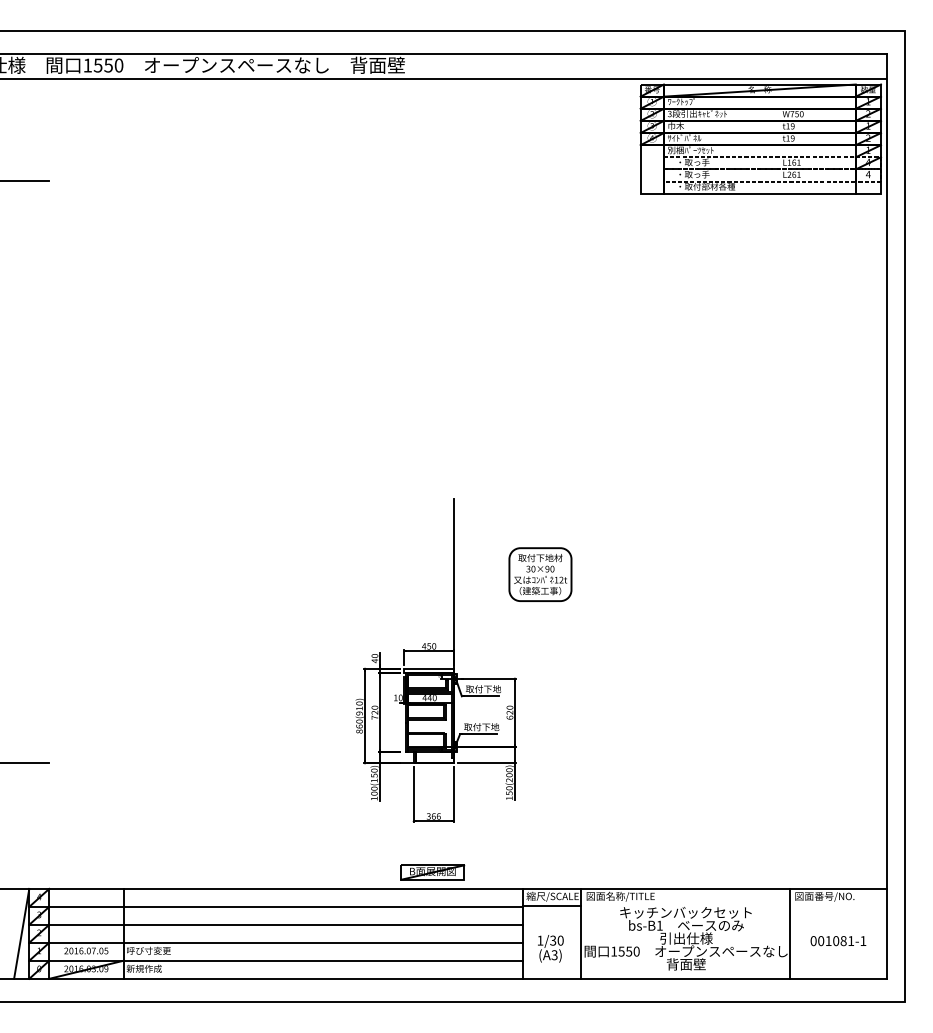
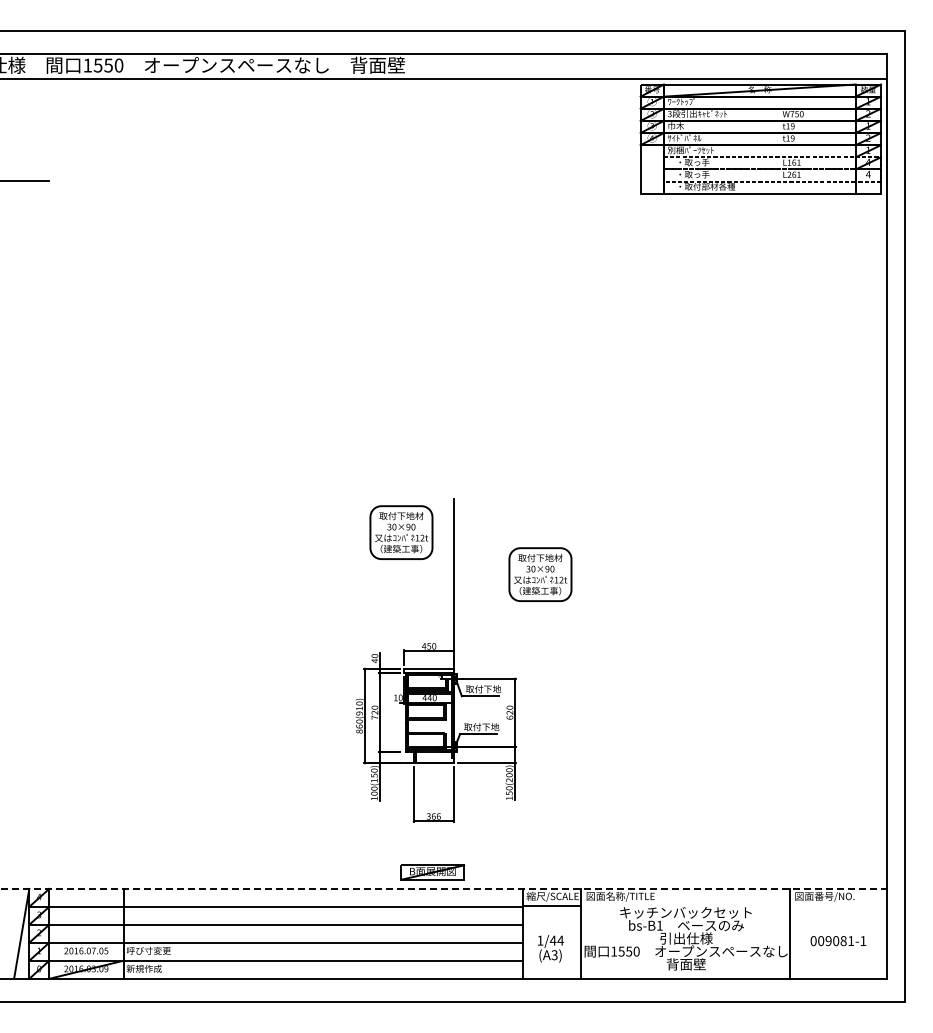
part at (401, 532): none -> present
line at (25, 763): present -> none
line at (444, 888): solid -> dashed
text at (556, 940): 1/30 -> 1/44
text at (828, 941): 001081-1 -> 009081-1
